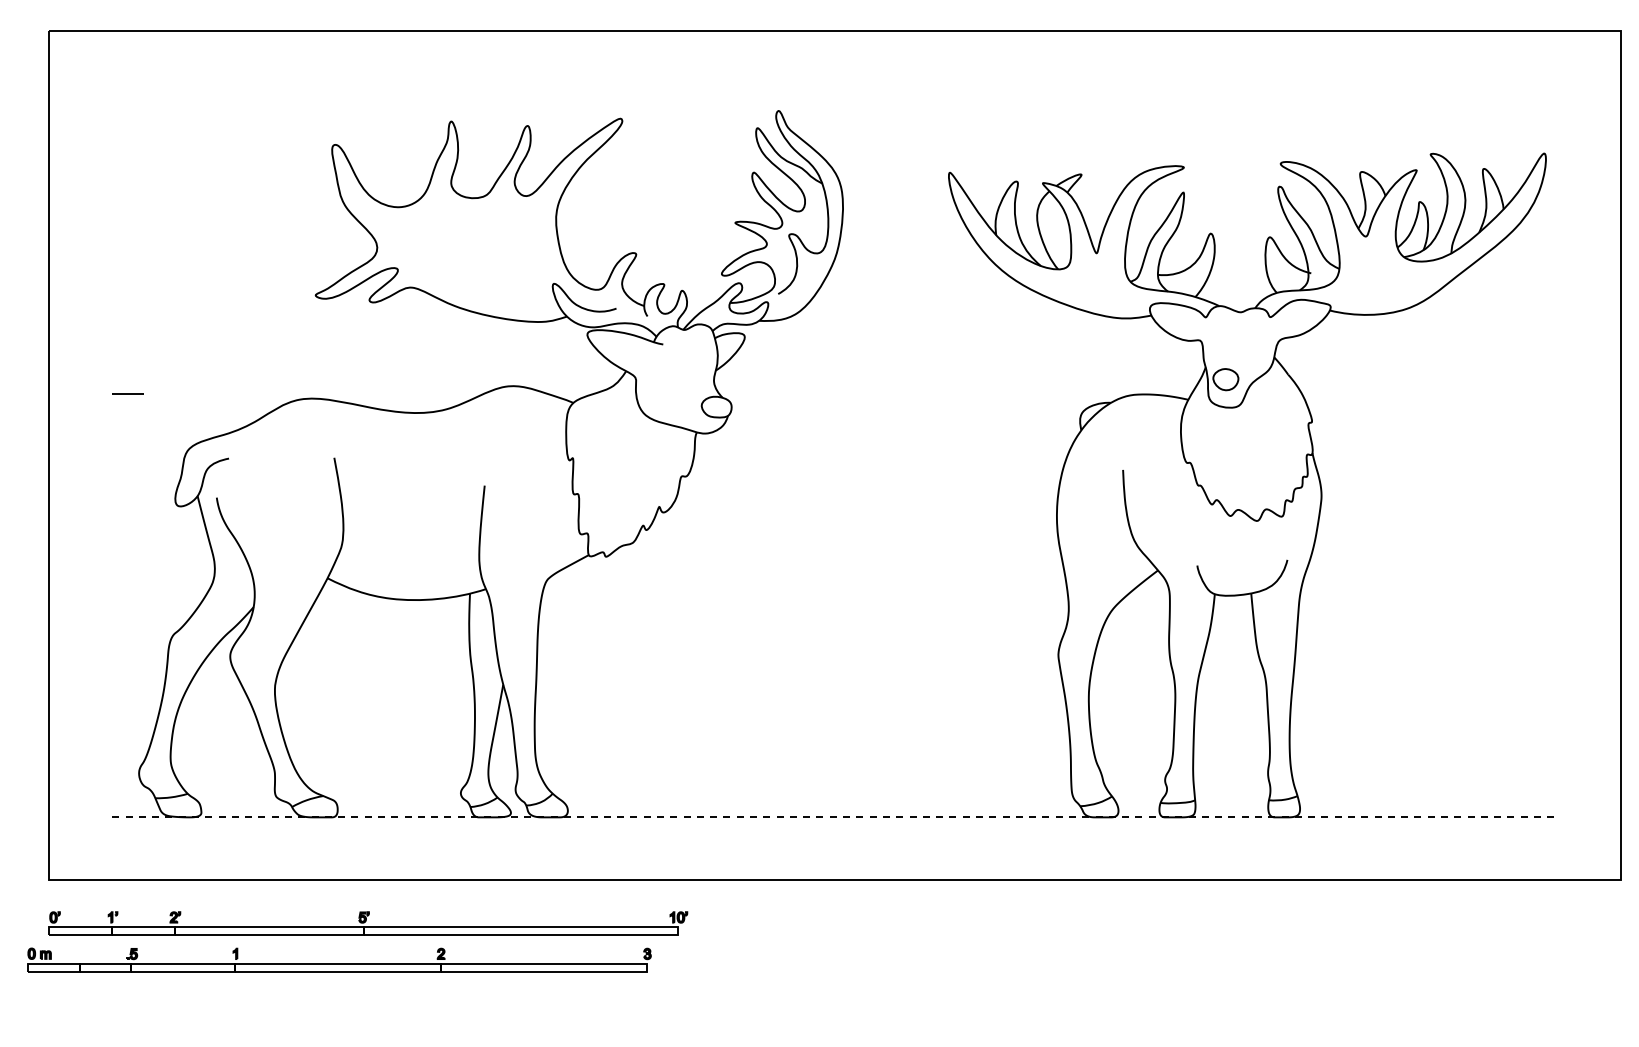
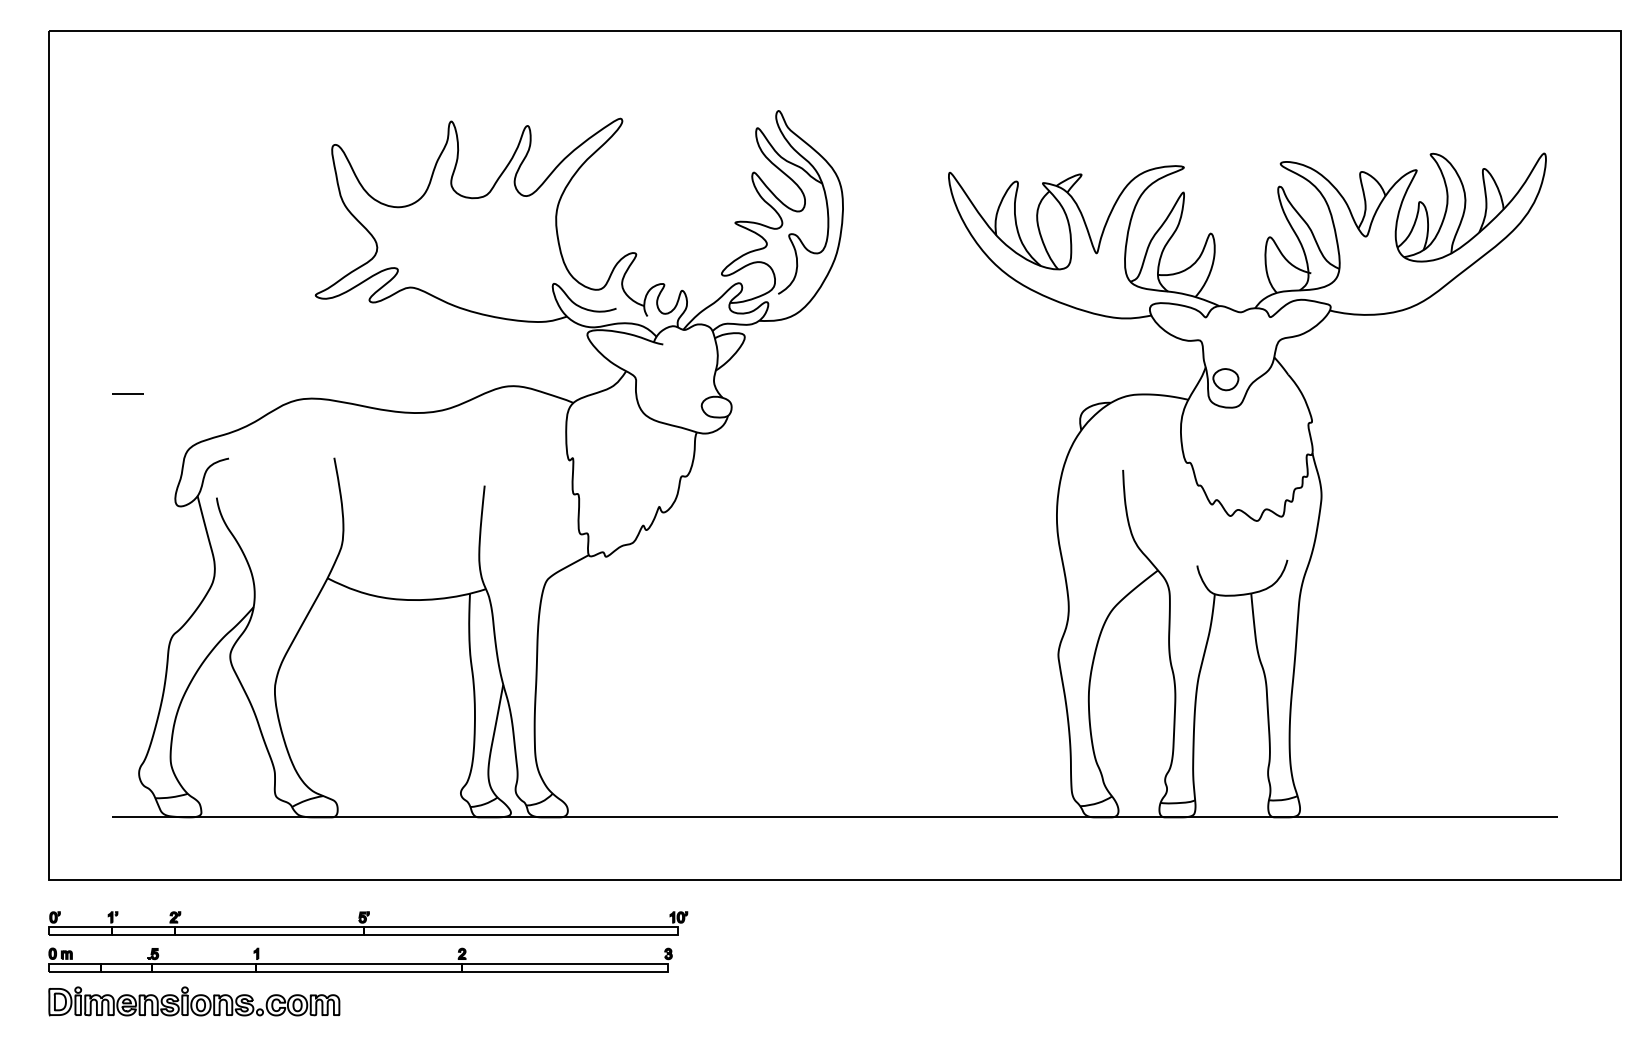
line at (835, 817): dashed -> solid
part at (339, 959) position: (339, 959) -> (360, 959)
part at (194, 1001): none -> present
